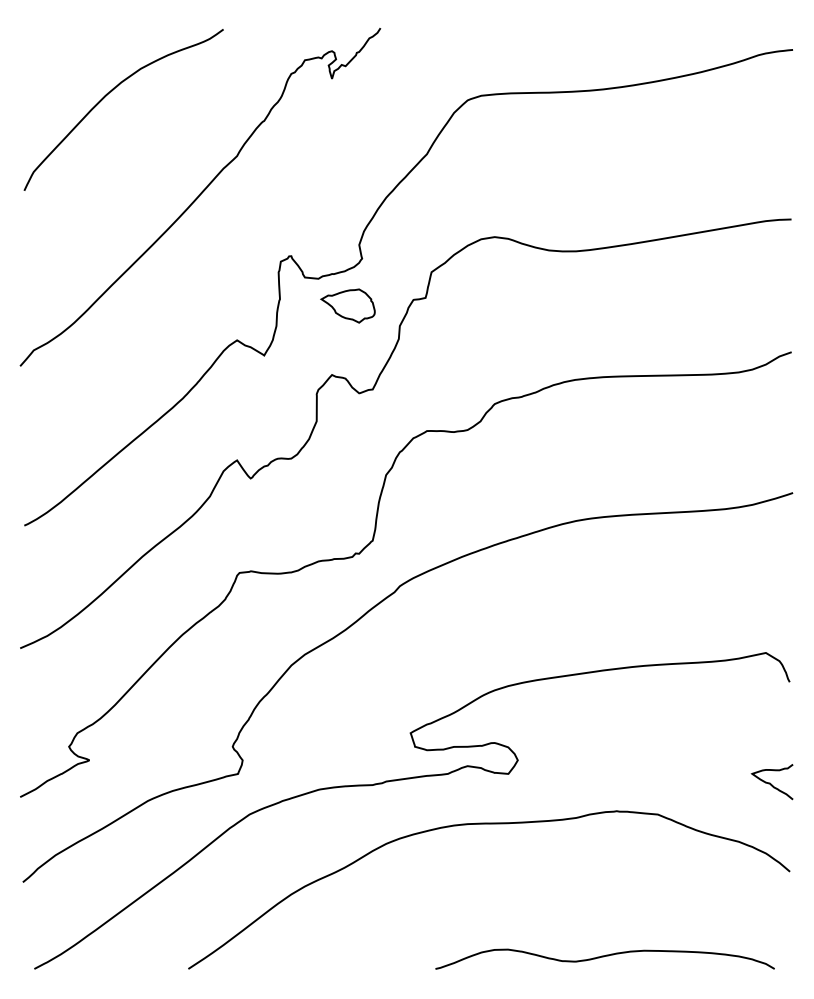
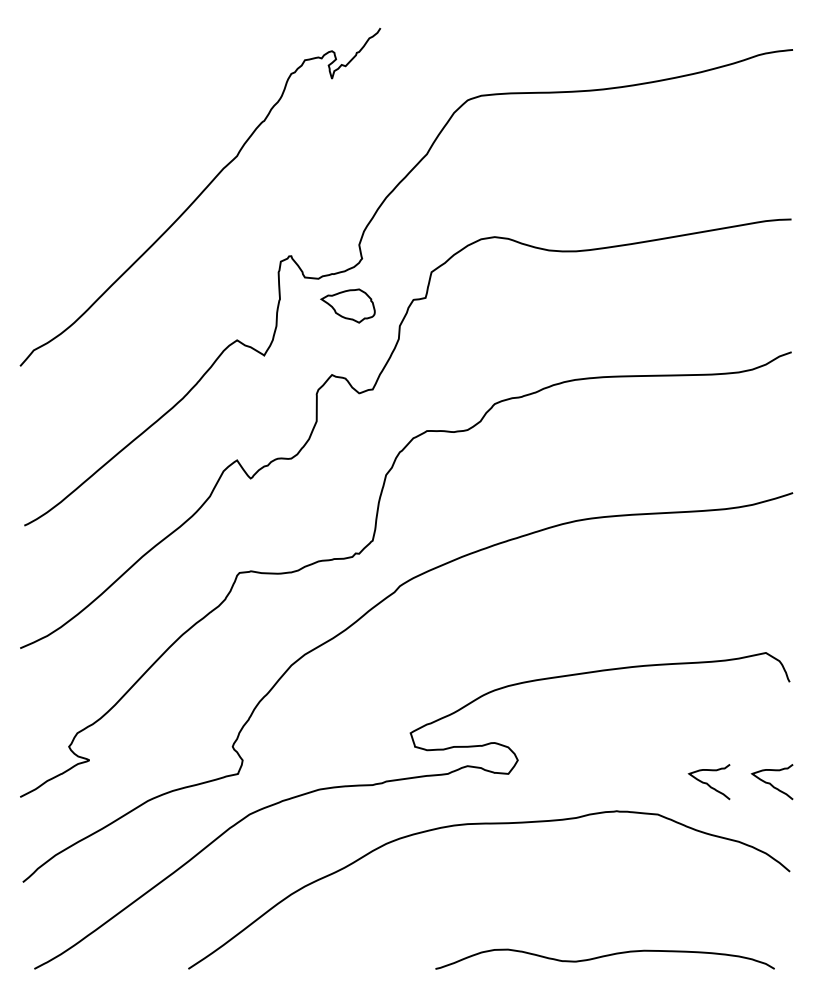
curve at (111, 92): present -> none
curve at (707, 782): none -> present
